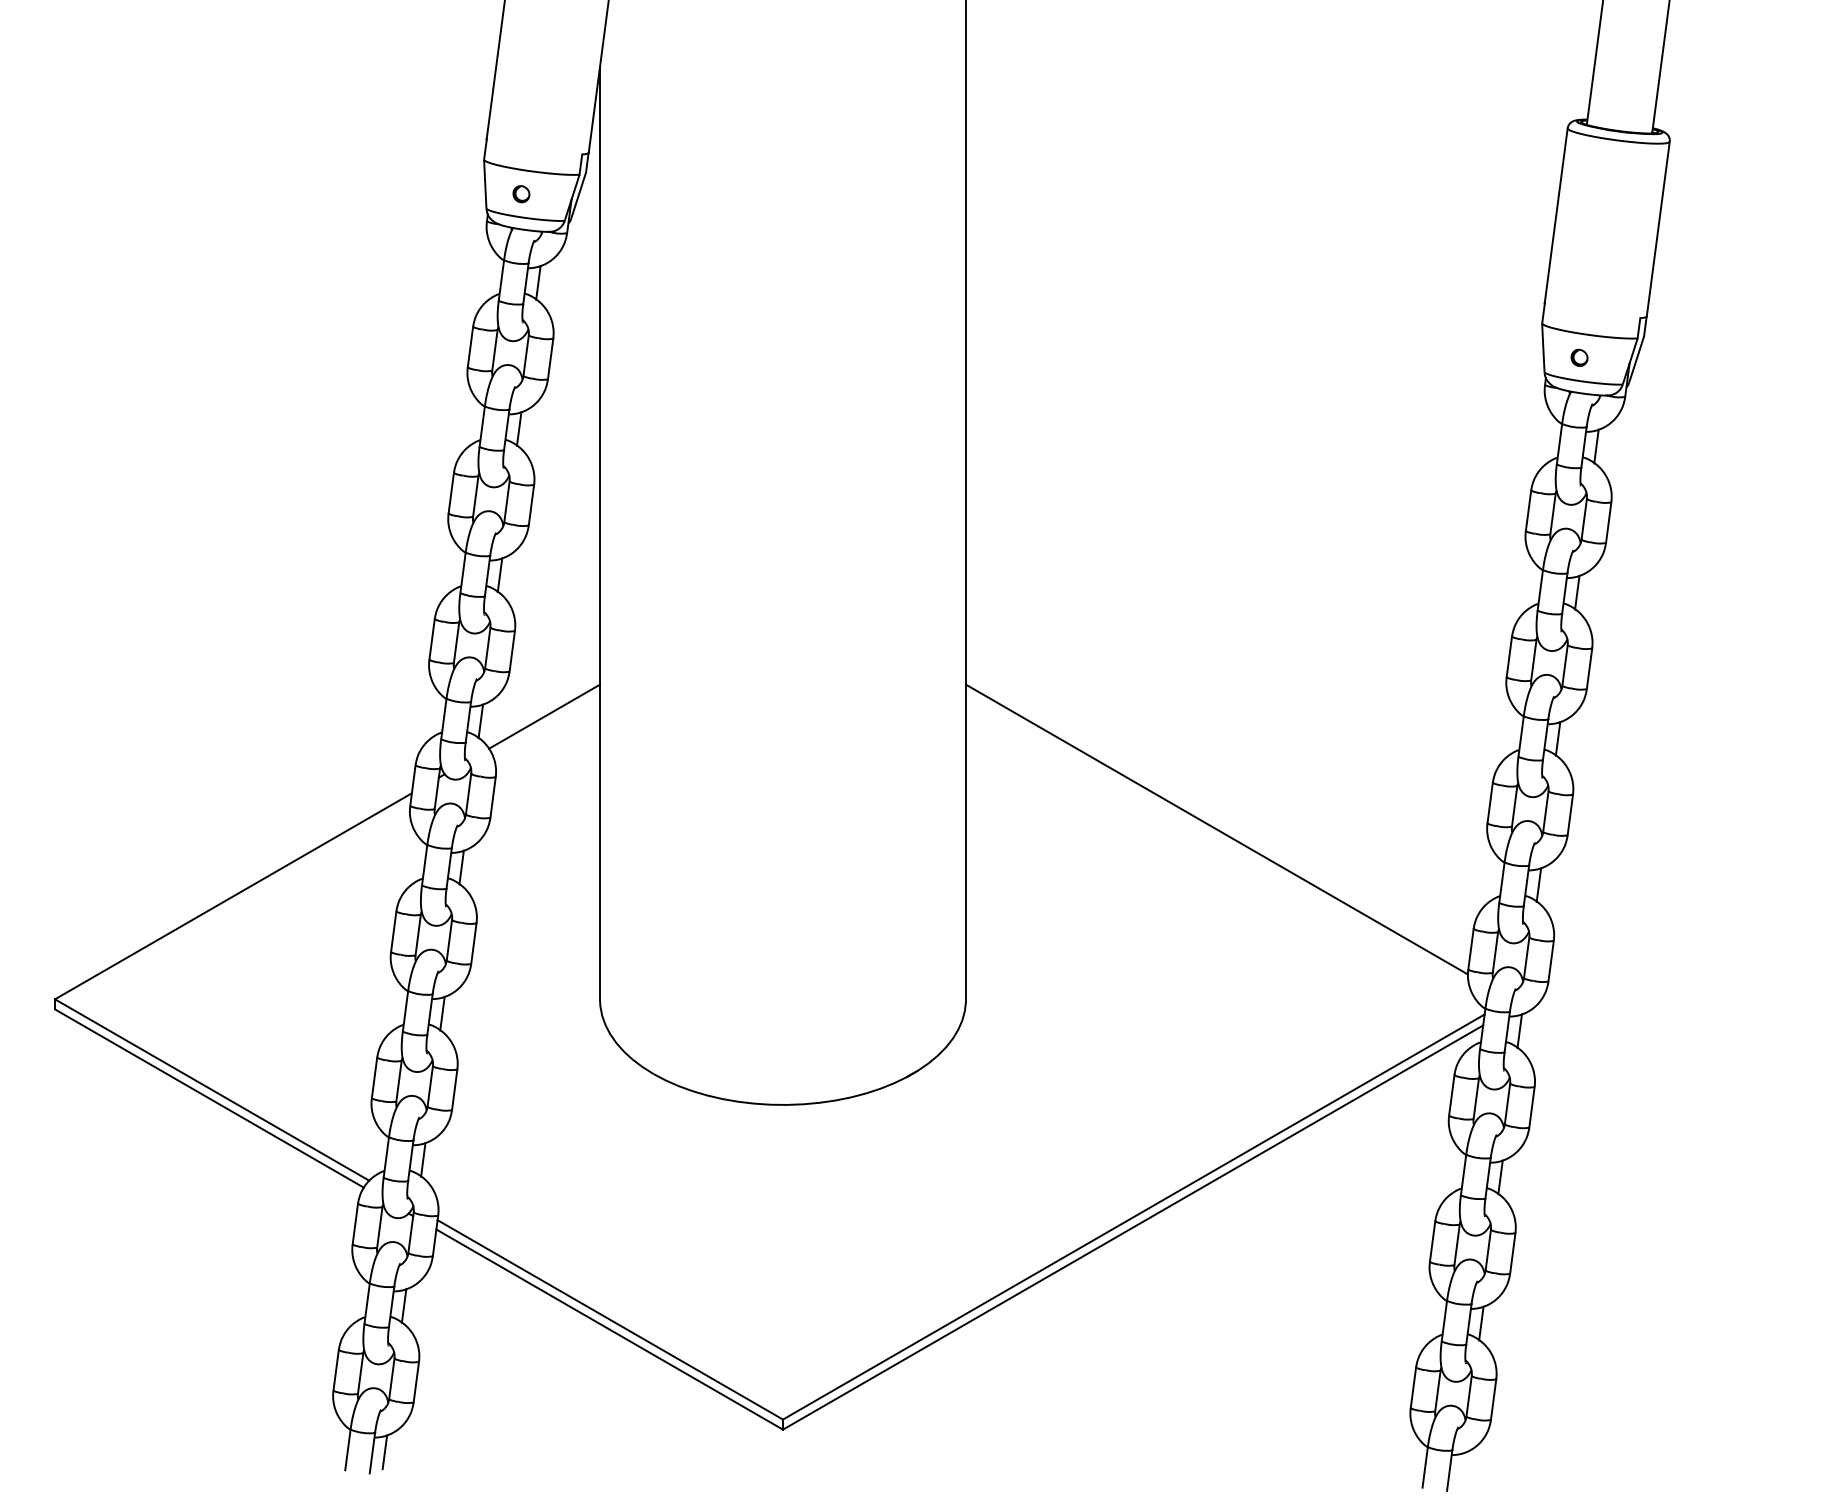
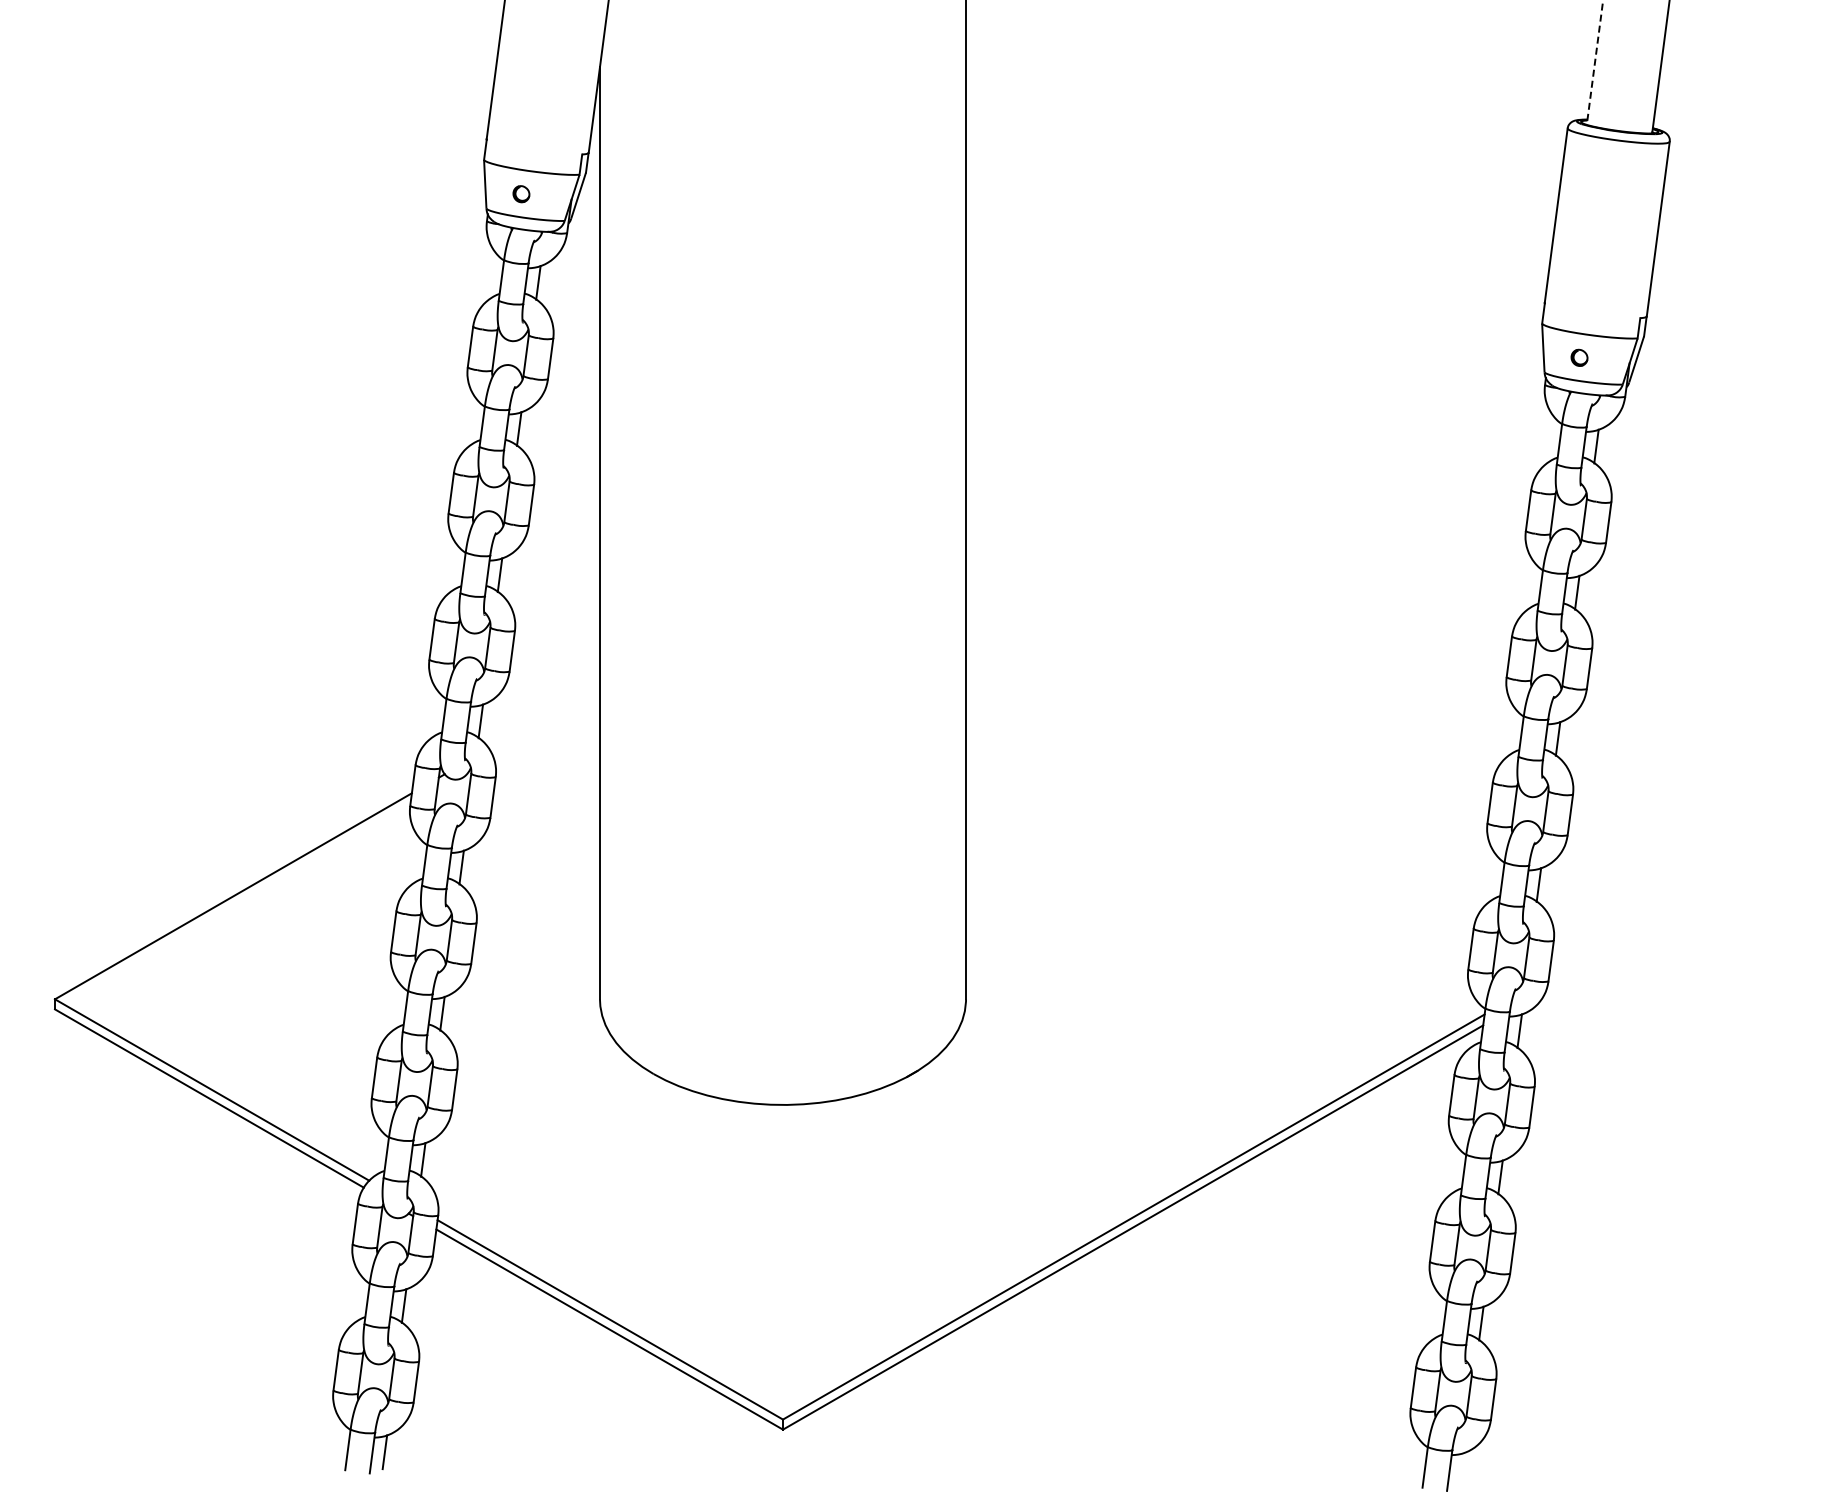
line at (1595, 62): solid -> dashed
line at (544, 716): present -> none
line at (1216, 829): present -> none
